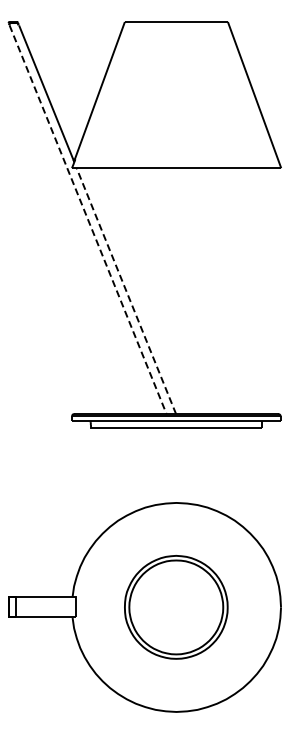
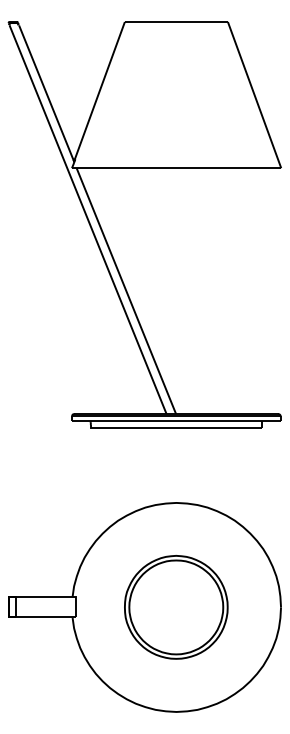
line at (88, 219): dashed -> solid
line at (126, 291): dashed -> solid
